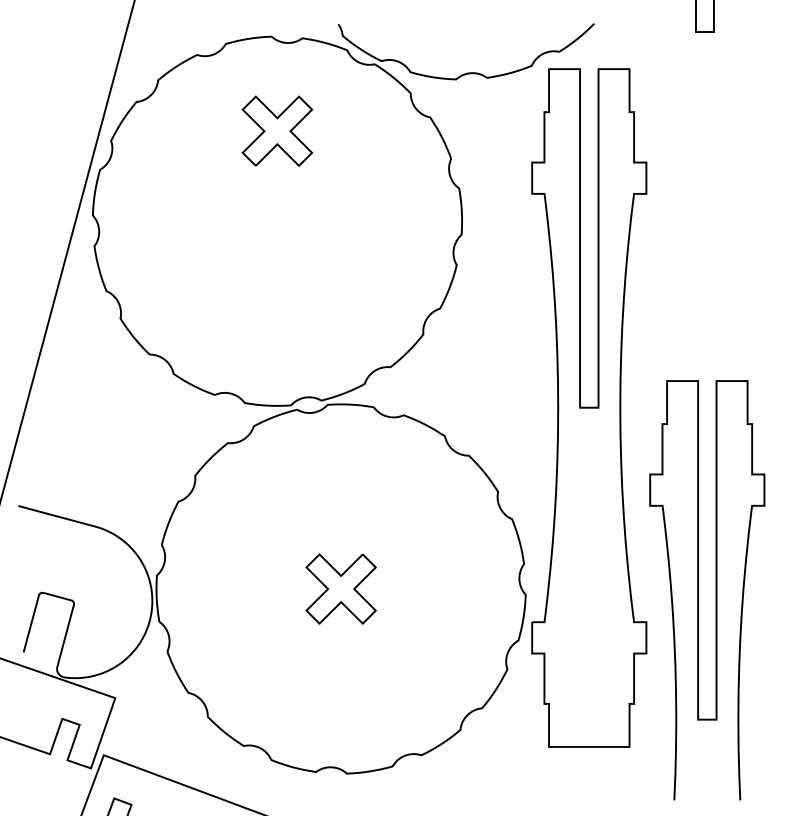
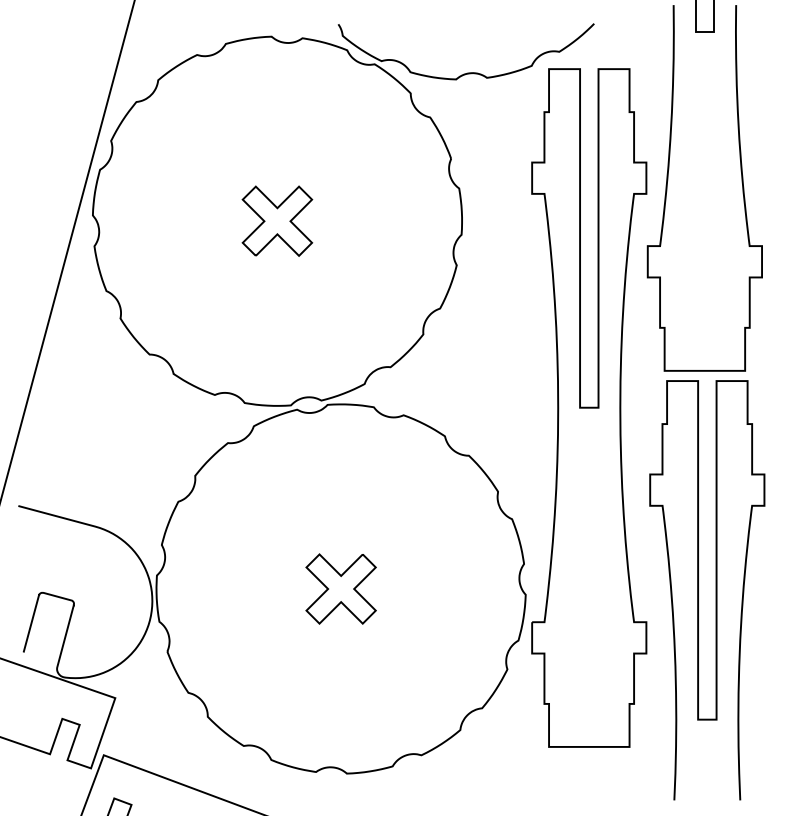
part at (277, 130) position: (277, 130) -> (277, 220)
curve at (668, 180): none -> present
